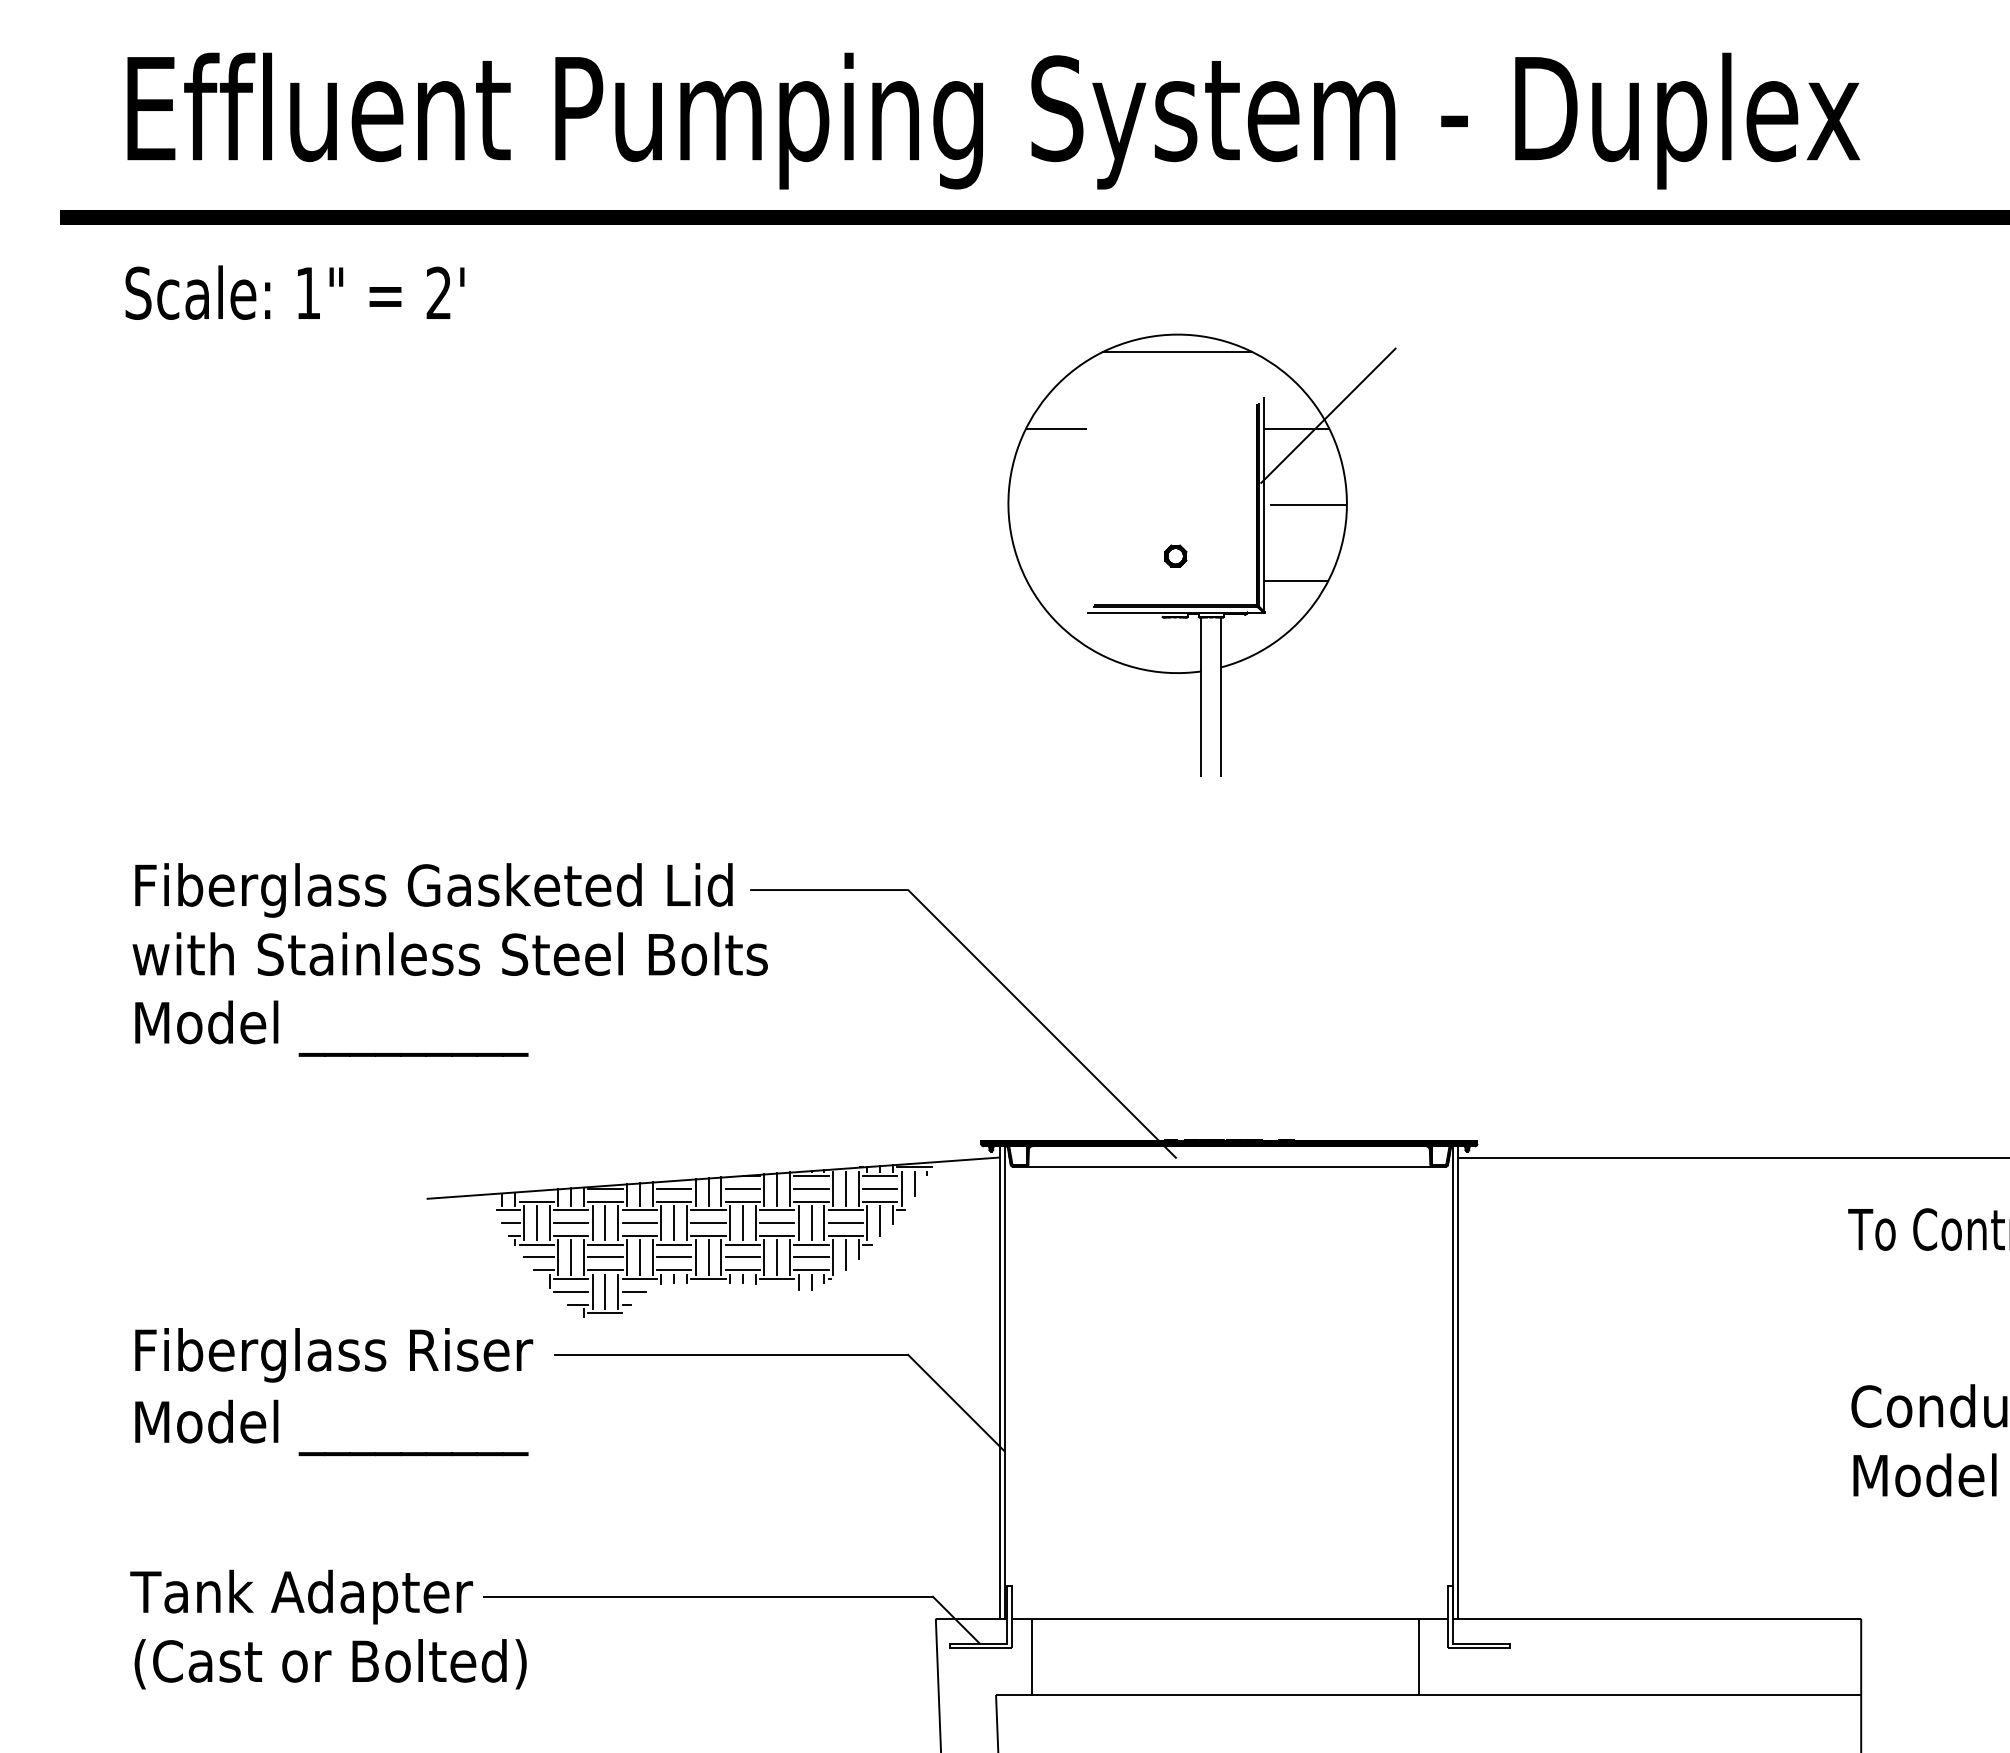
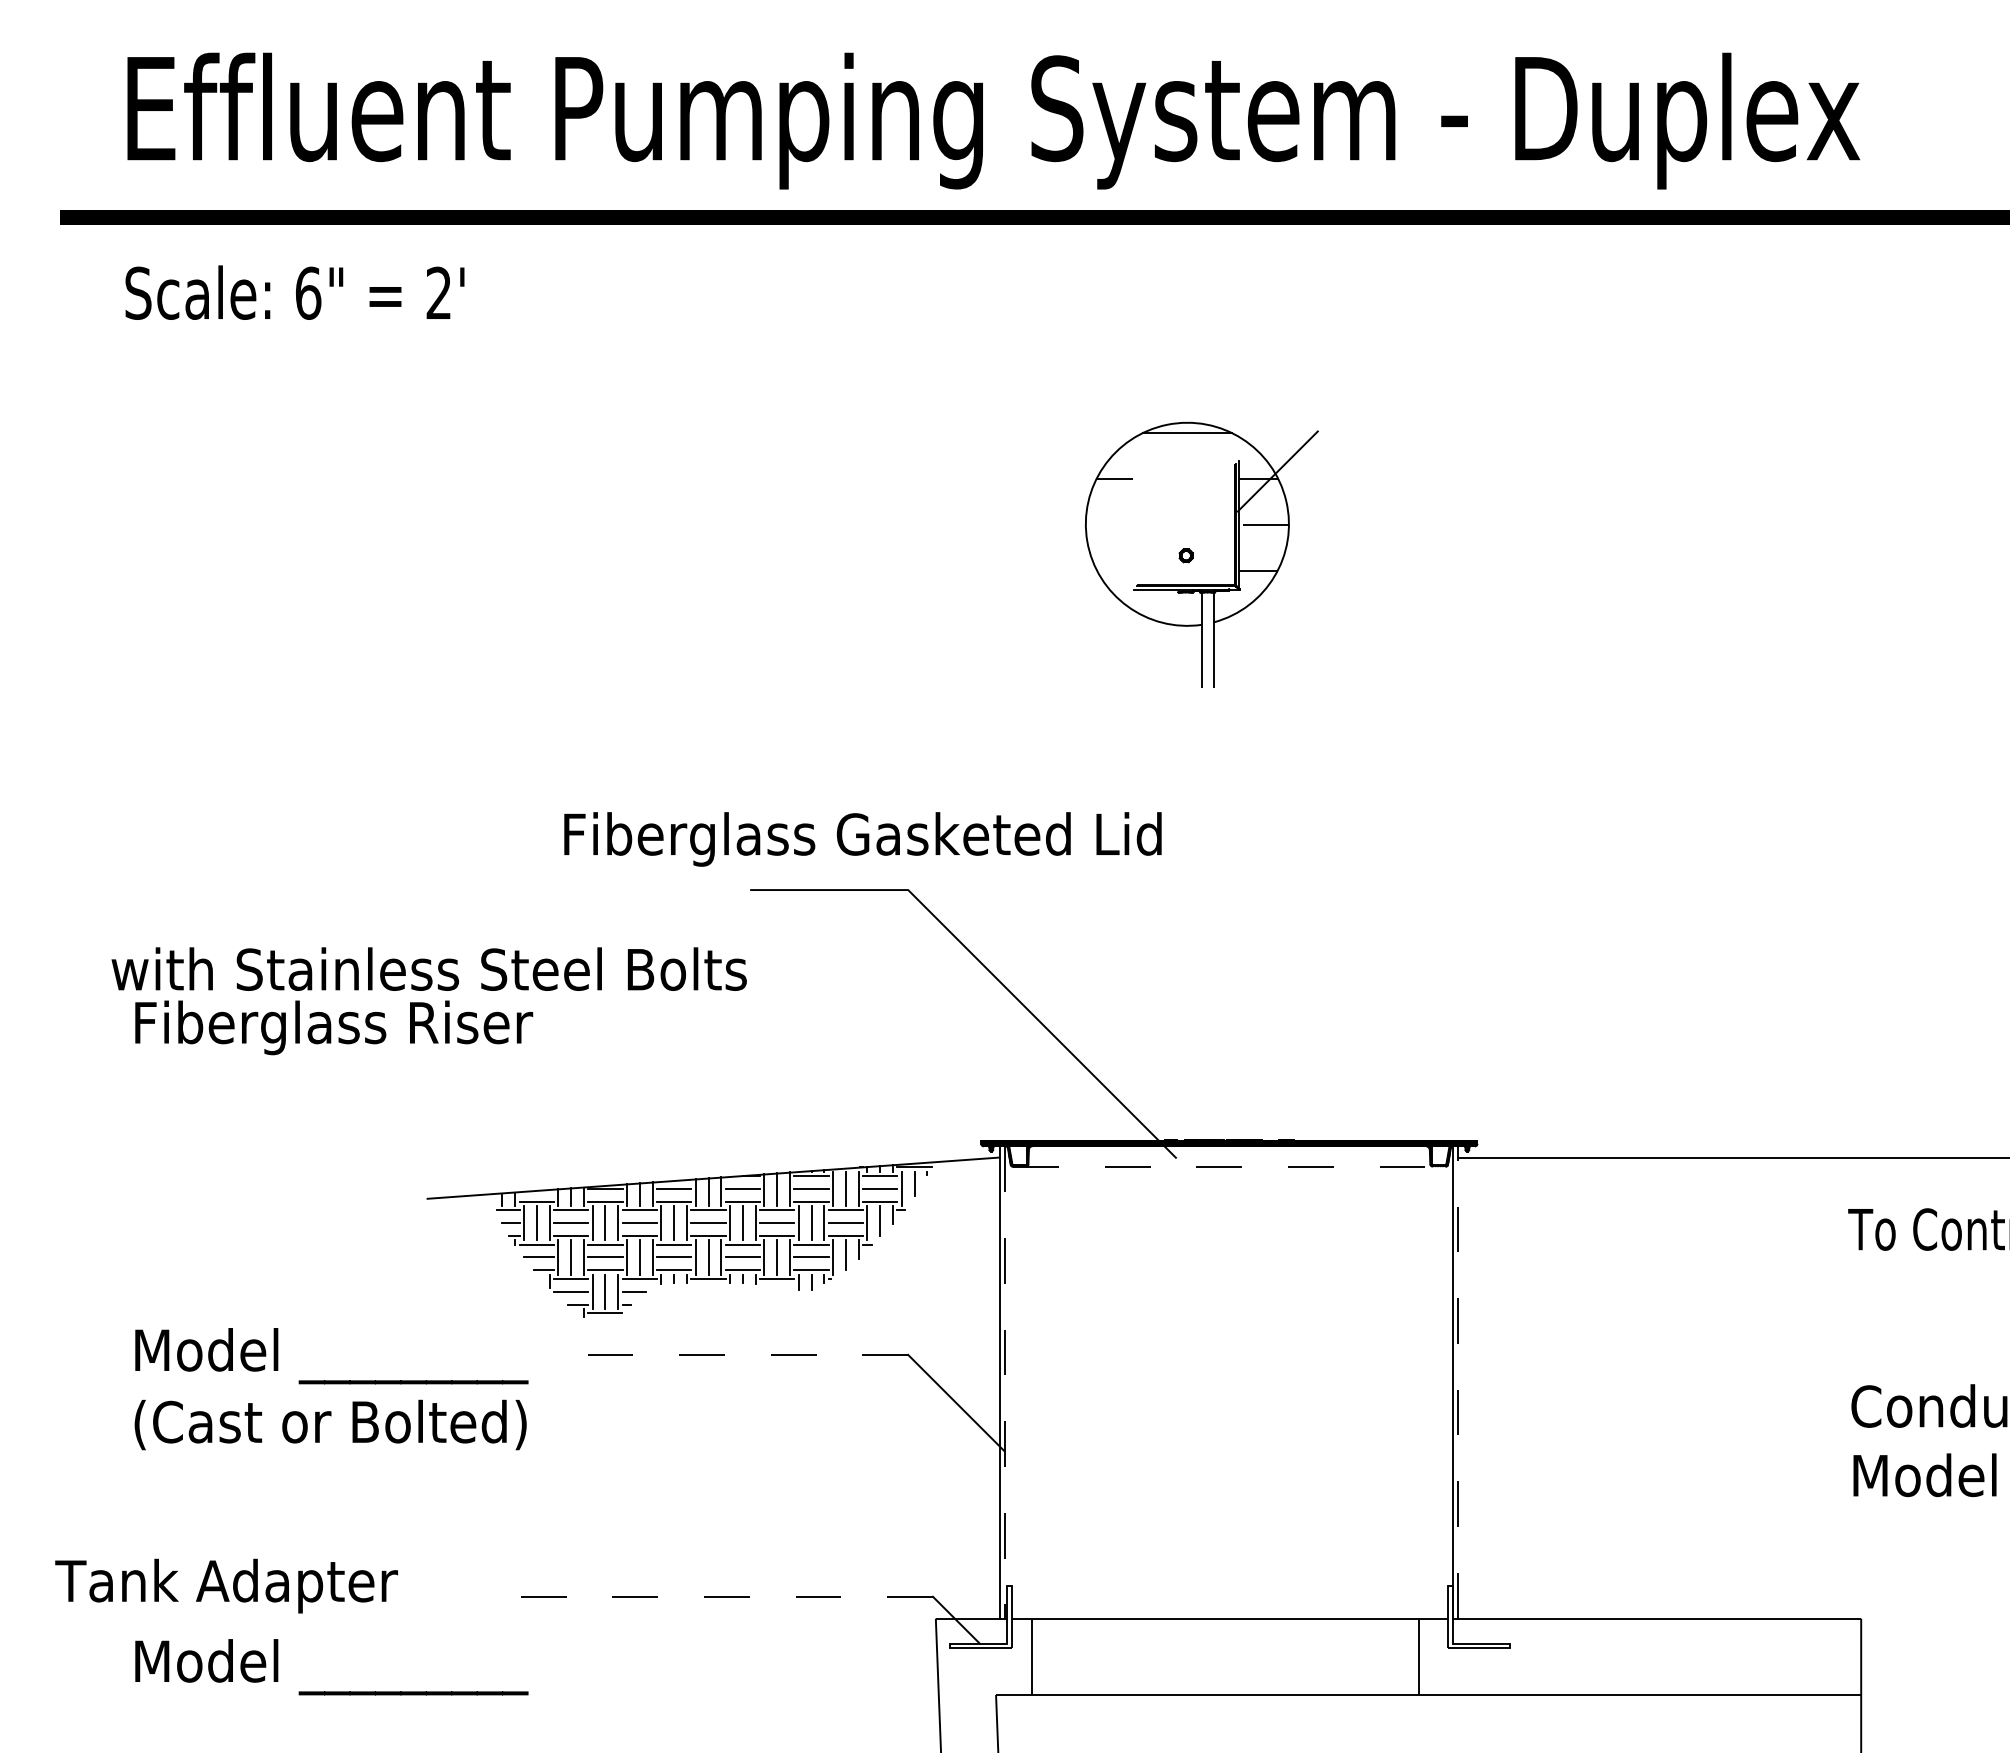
text at (308, 292): 1" -> 6"
part at (1201, 554) size: 390x444 px -> 234x267 px
text at (433, 890) position: (433, 890) -> (862, 839)
text at (449, 953) position: (449, 953) -> (428, 968)
text at (336, 1028): Model _________ -> Fiberglass Riser
line at (1229, 1166): solid -> dashed
line at (731, 1354): solid -> dashed
text at (336, 1356): Fiberglass Riser -> Model _________
line at (1458, 1382): solid -> dashed
line at (1004, 1383): solid -> dashed
text at (331, 1427): Model _________ -> (Cast or Bolted)
text at (301, 1596) position: (301, 1596) -> (226, 1585)
line at (708, 1596): solid -> dashed
text at (331, 1667): (Cast or Bolted) -> Model _________
